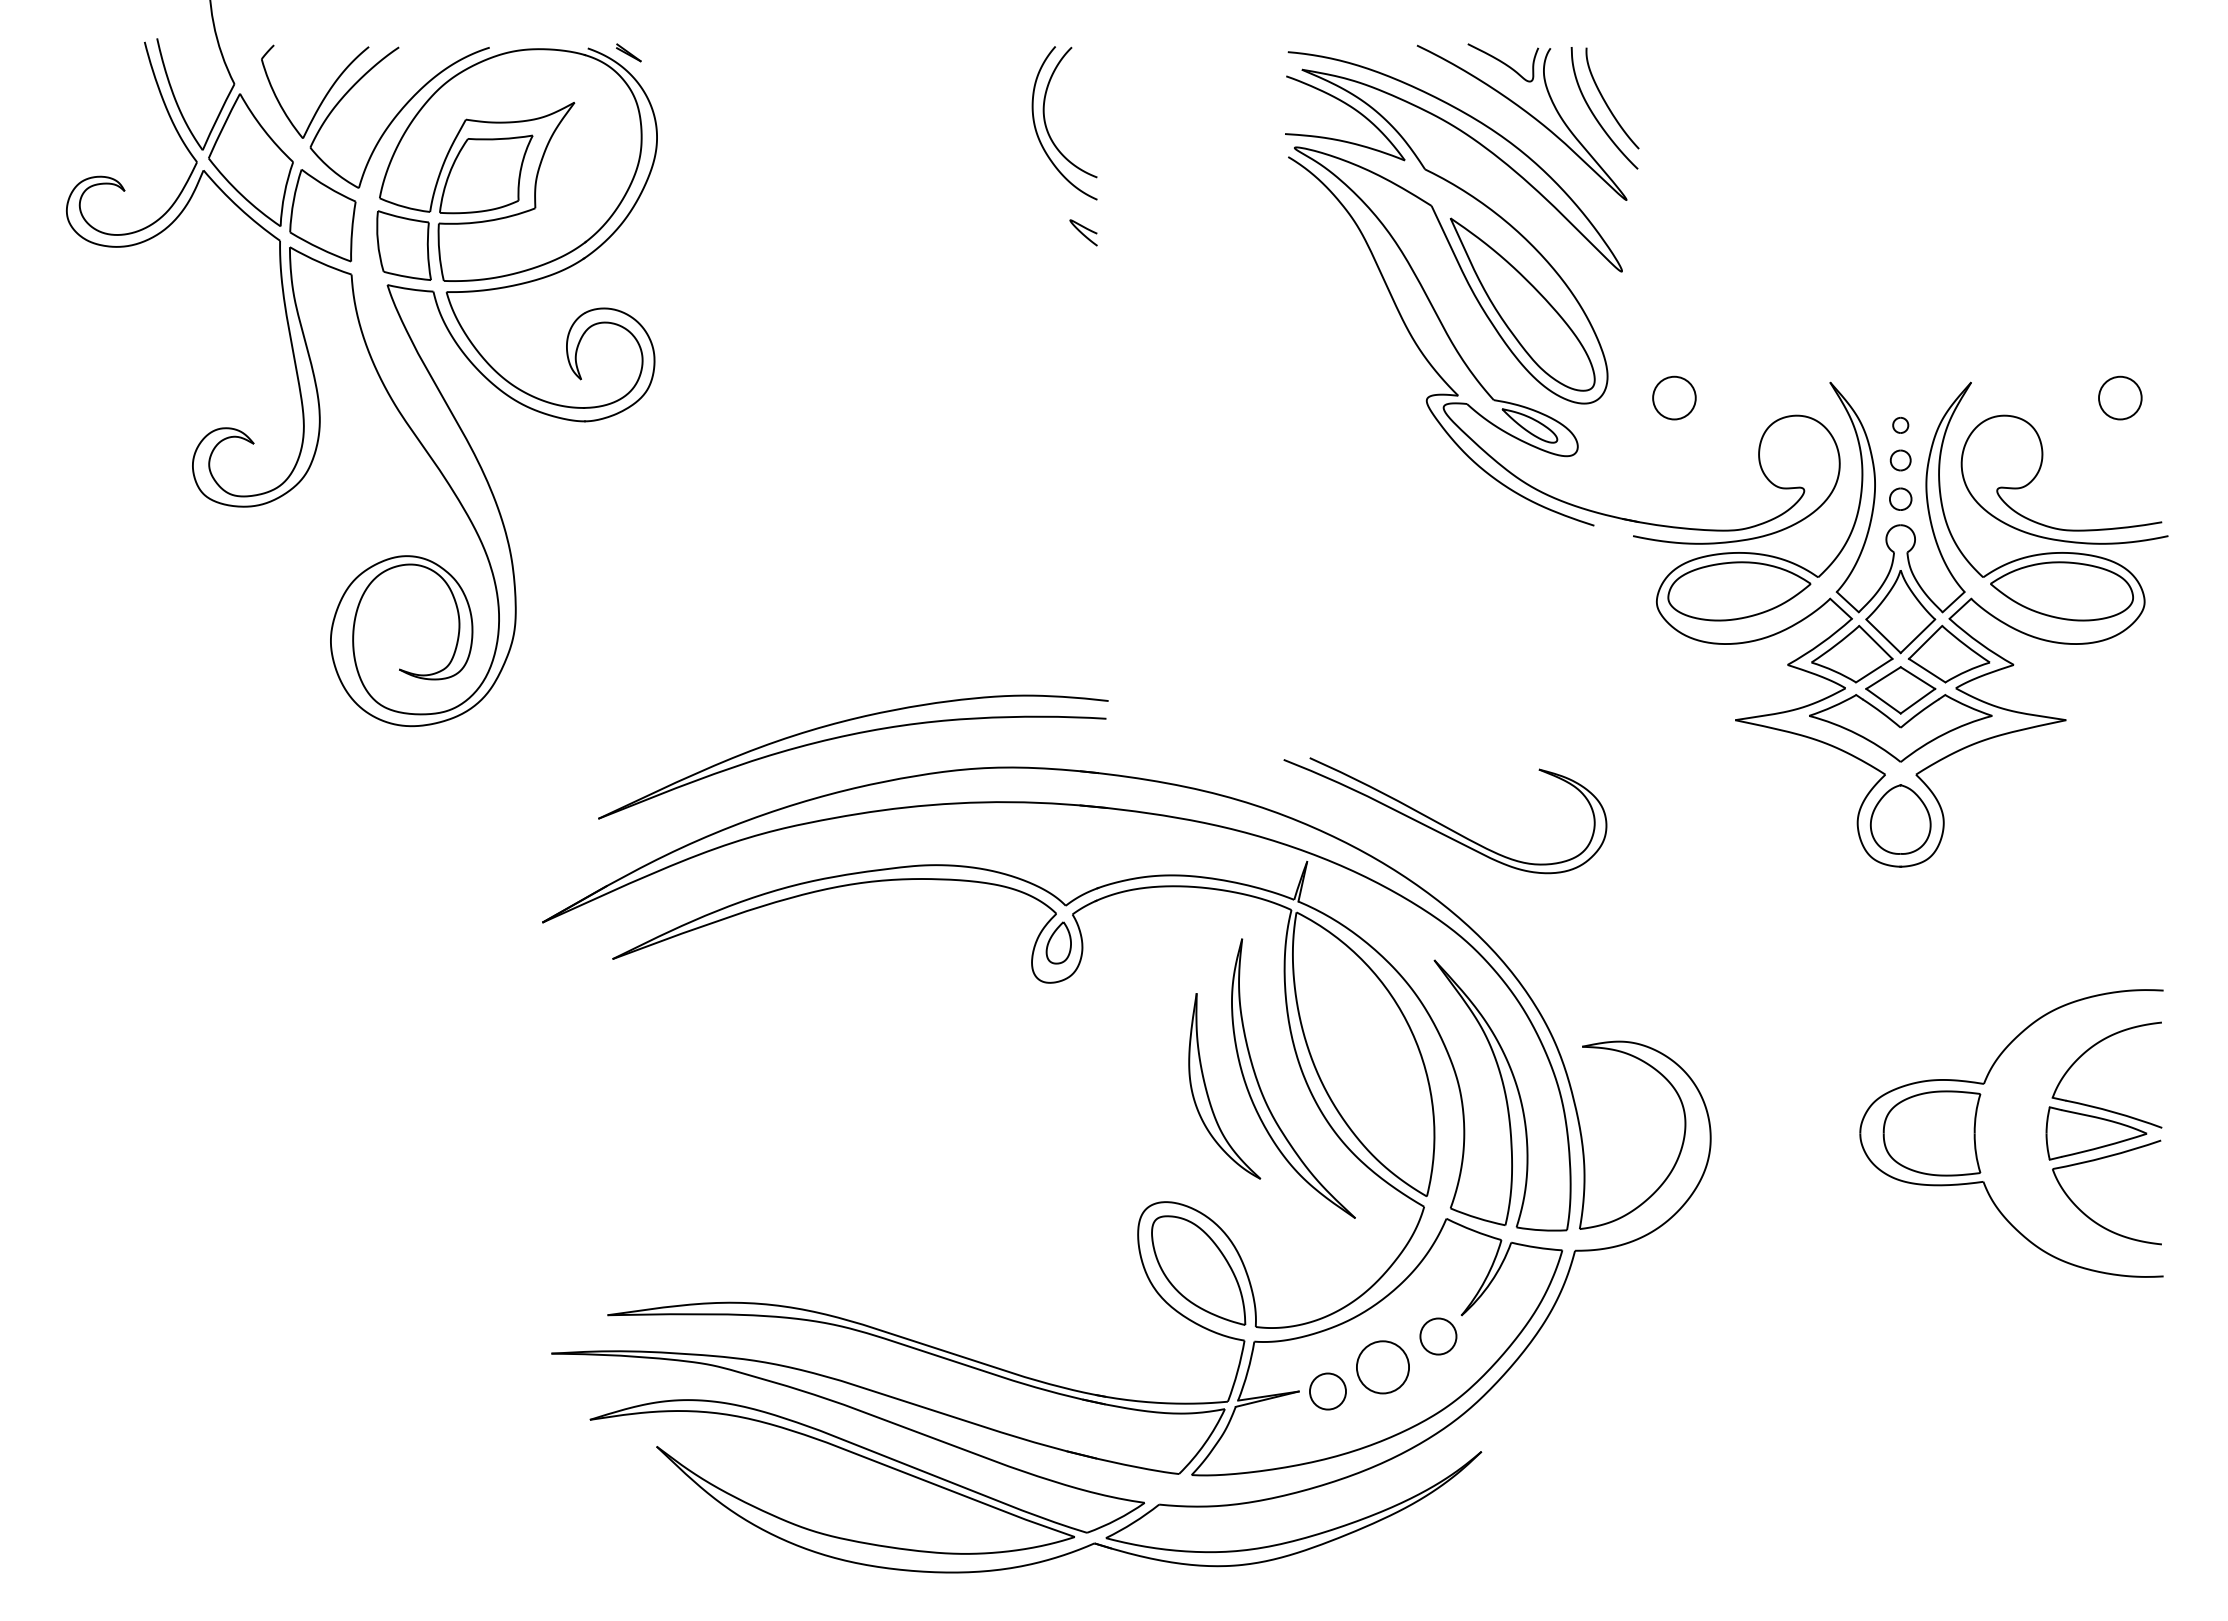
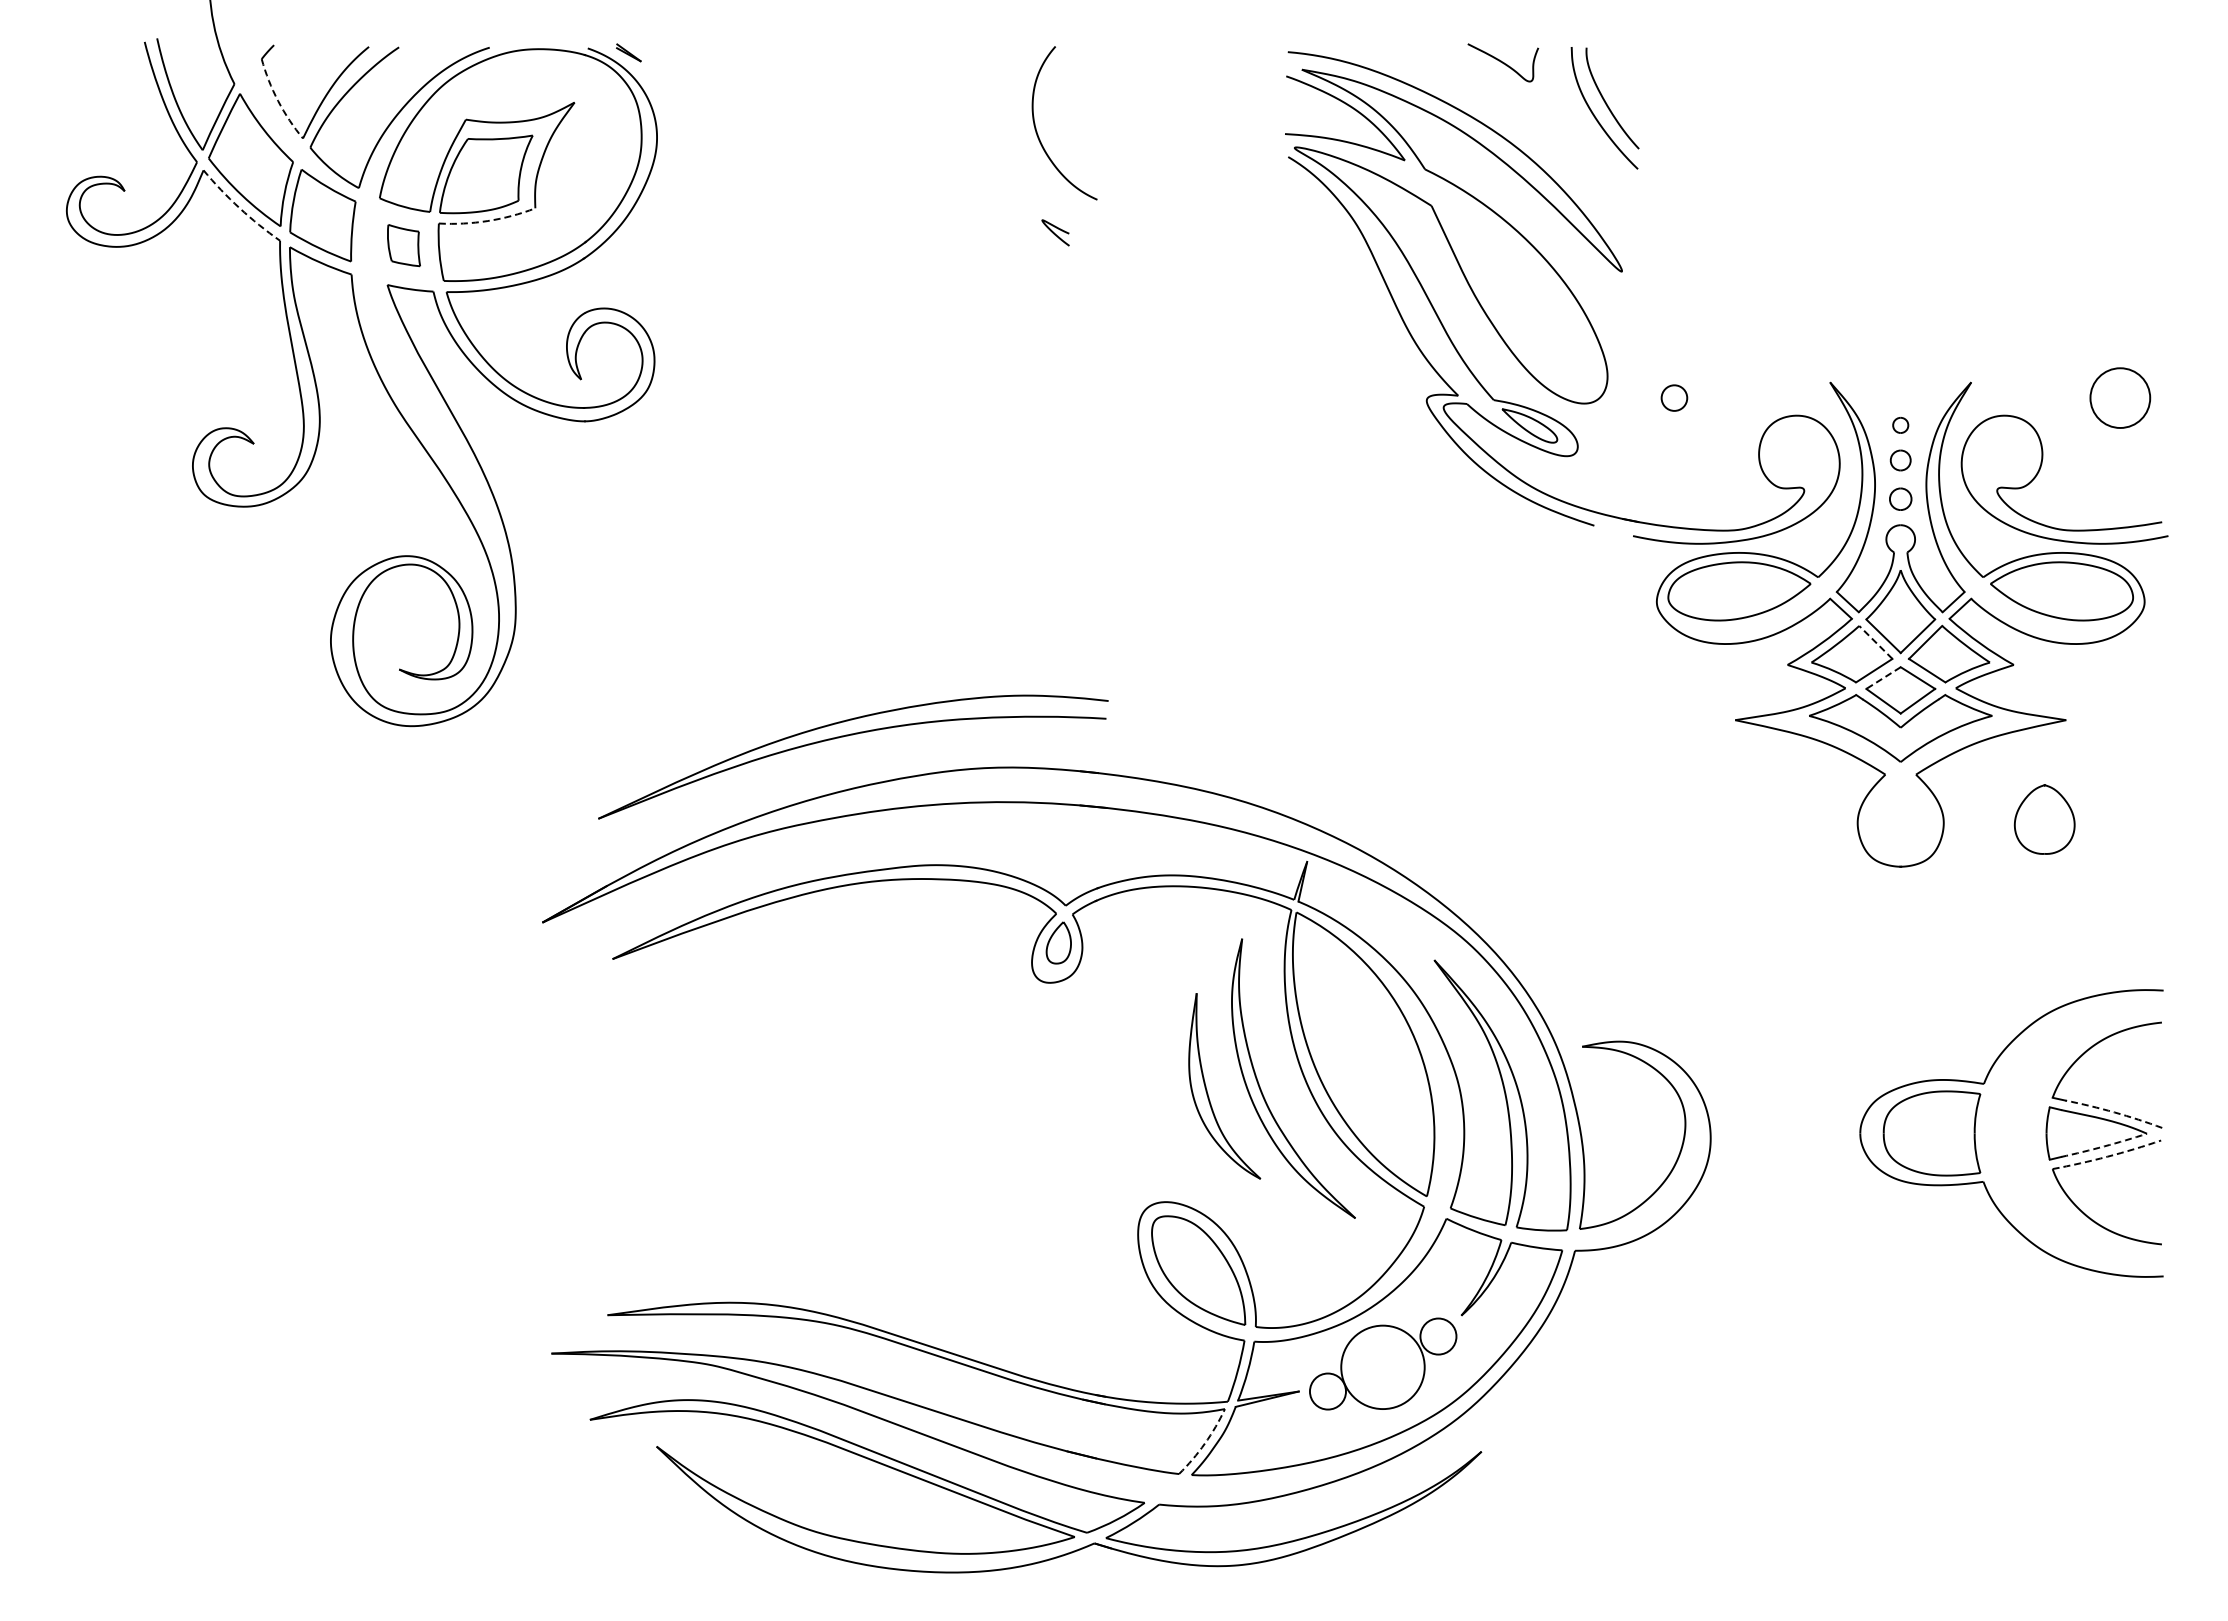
arc at (278, 101): solid -> dashed
curve at (1526, 113): present -> none
curve at (1045, 117): present -> none
arc at (239, 208): solid -> dashed
arc at (487, 221): solid -> dashed
curve at (1082, 232) position: (1082, 232) -> (1054, 232)
part at (403, 245) size: 56x71 px -> 34x44 px
part at (1522, 304): present -> none
circle at (1674, 397) diameter: 43 px -> 26 px
circle at (2120, 397) diameter: 43 px -> 60 px
line at (1875, 642): solid -> dashed
line at (1883, 678): solid -> dashed
part at (1900, 819) position: (1900, 819) -> (2044, 819)
part at (1441, 823): present -> none
arc at (2114, 1112): solid -> dashed
arc at (2104, 1146): solid -> dashed
arc at (2107, 1156): solid -> dashed
circle at (1382, 1367) diameter: 52 px -> 83 px
arc at (1204, 1443): solid -> dashed
